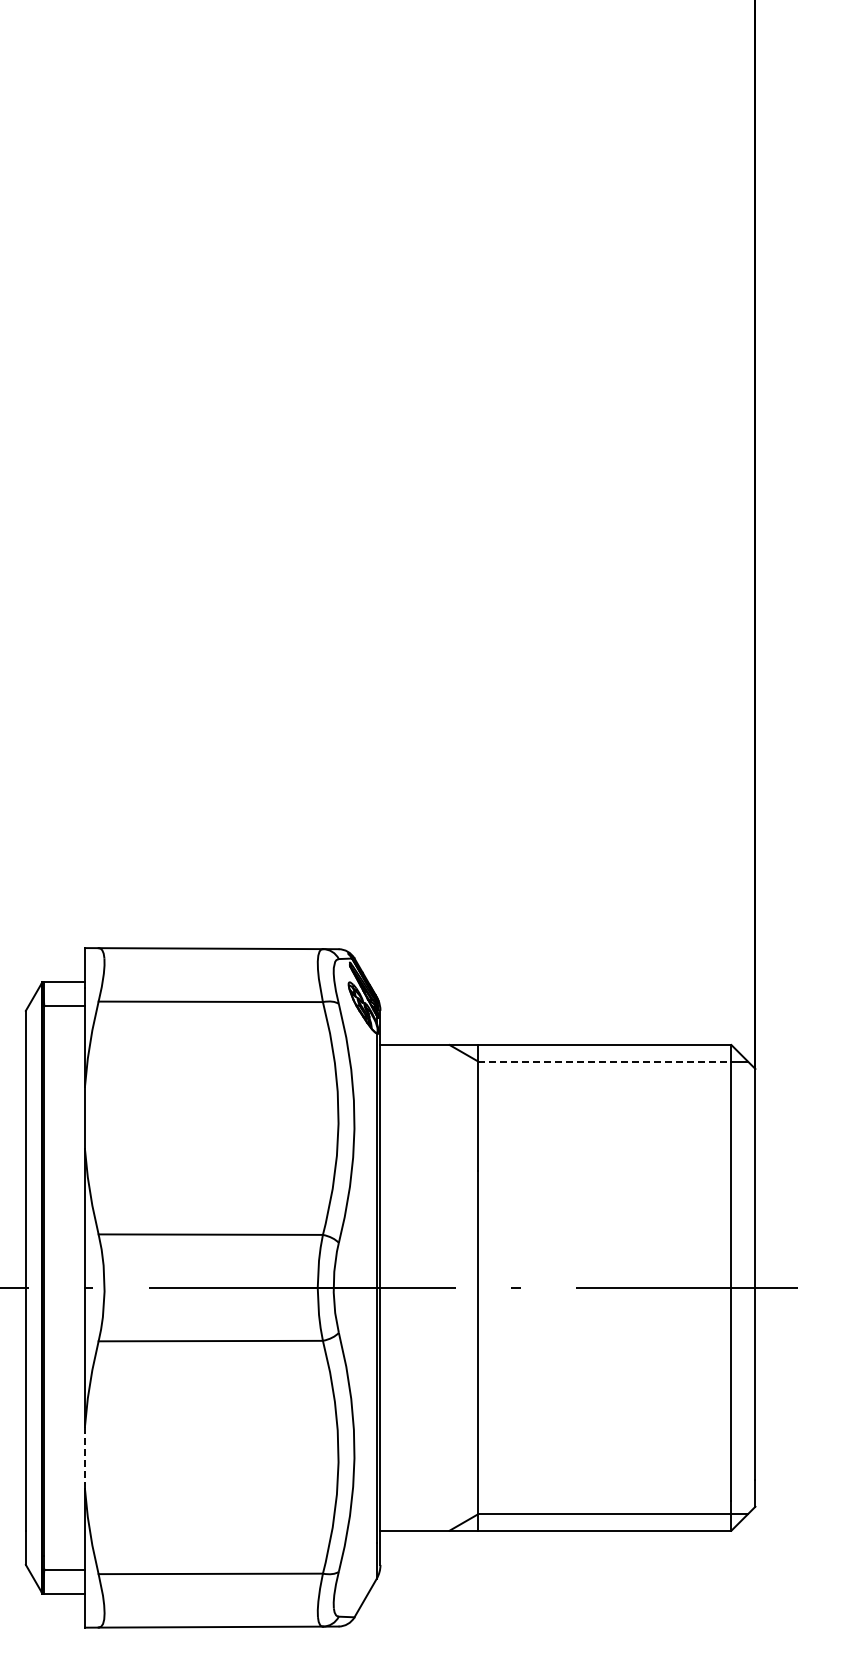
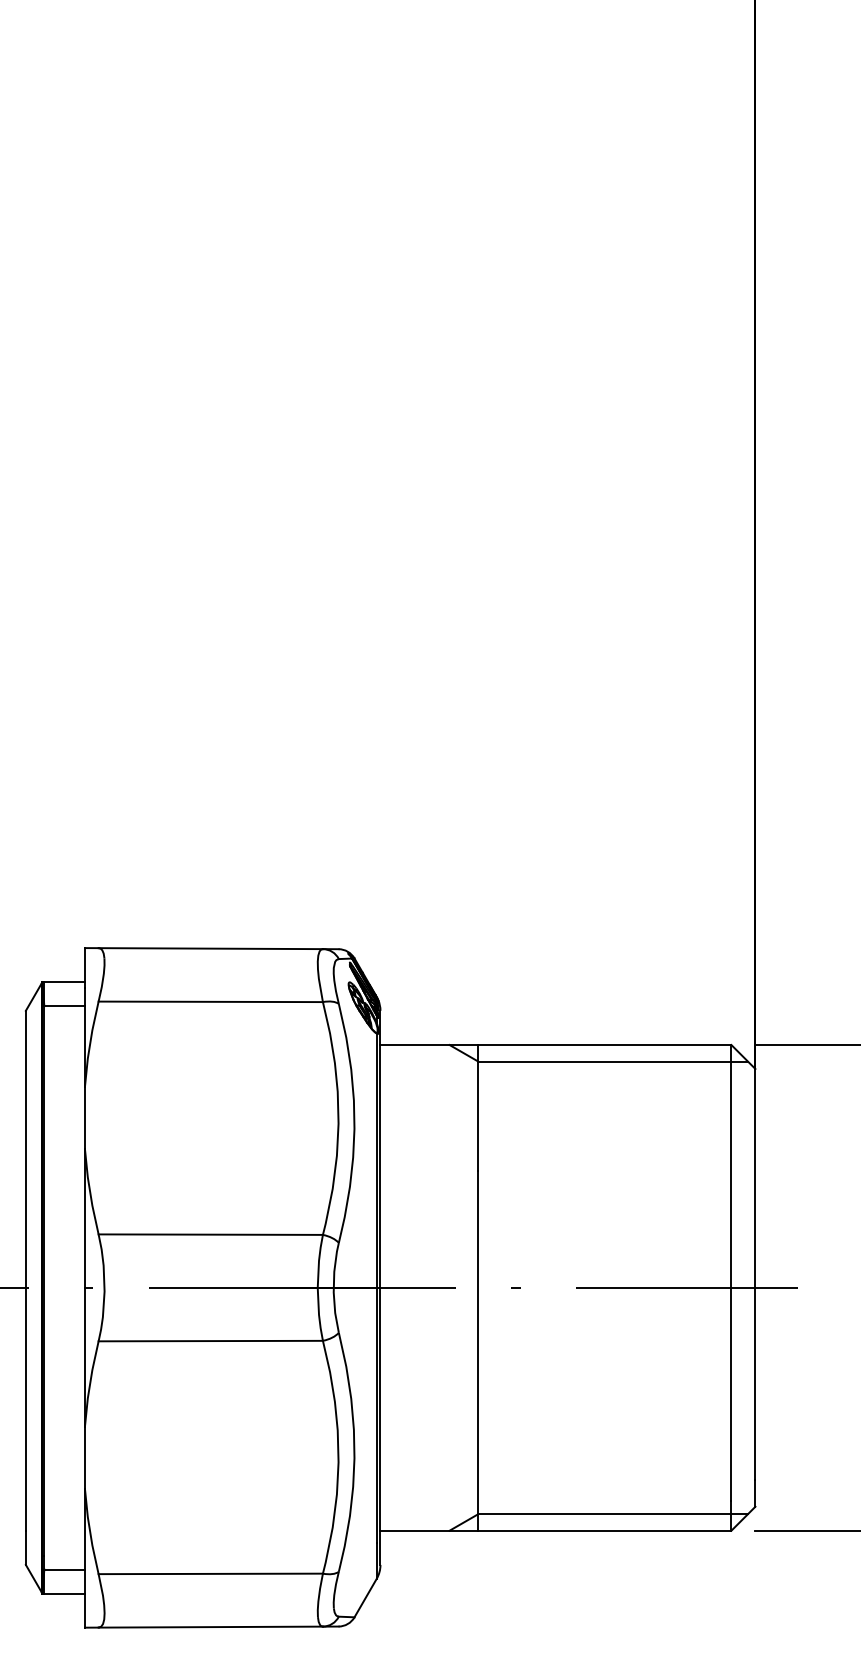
line at (806, 1045): none -> present
line at (604, 1061): dashed -> solid
line at (84, 1458): dashed -> solid
line at (806, 1530): none -> present
